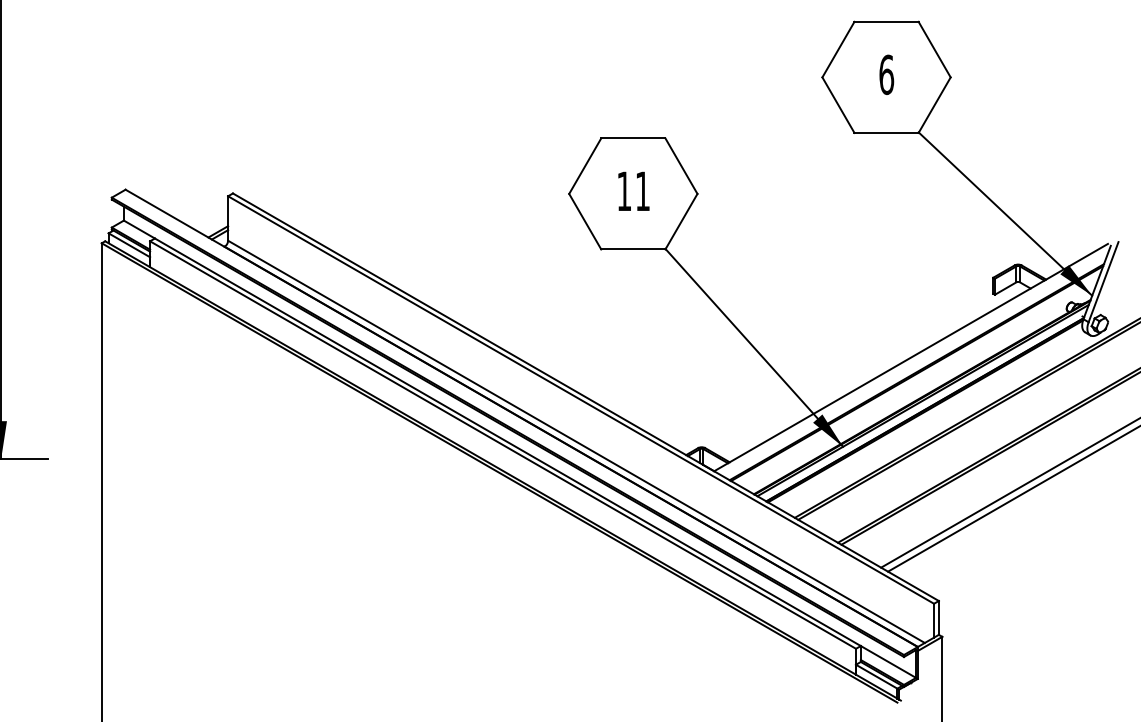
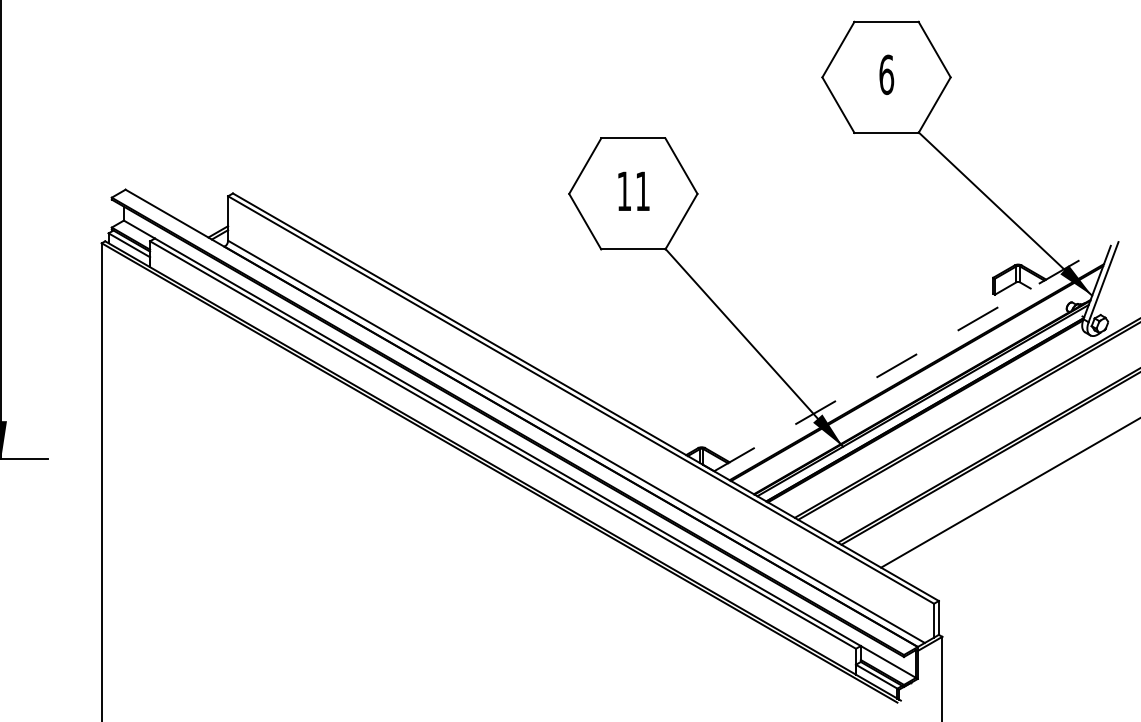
line at (911, 357): solid -> dashed
line at (1012, 499): present -> none
